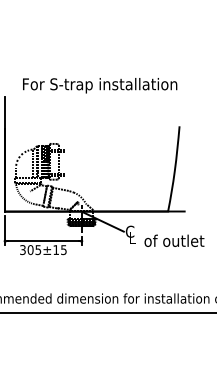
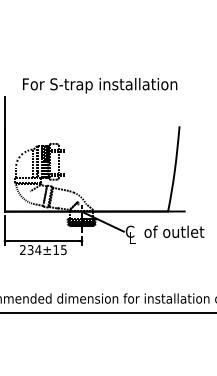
text at (174, 240) position: (174, 240) -> (174, 231)
text at (30, 250): 305±15 -> 234±15
